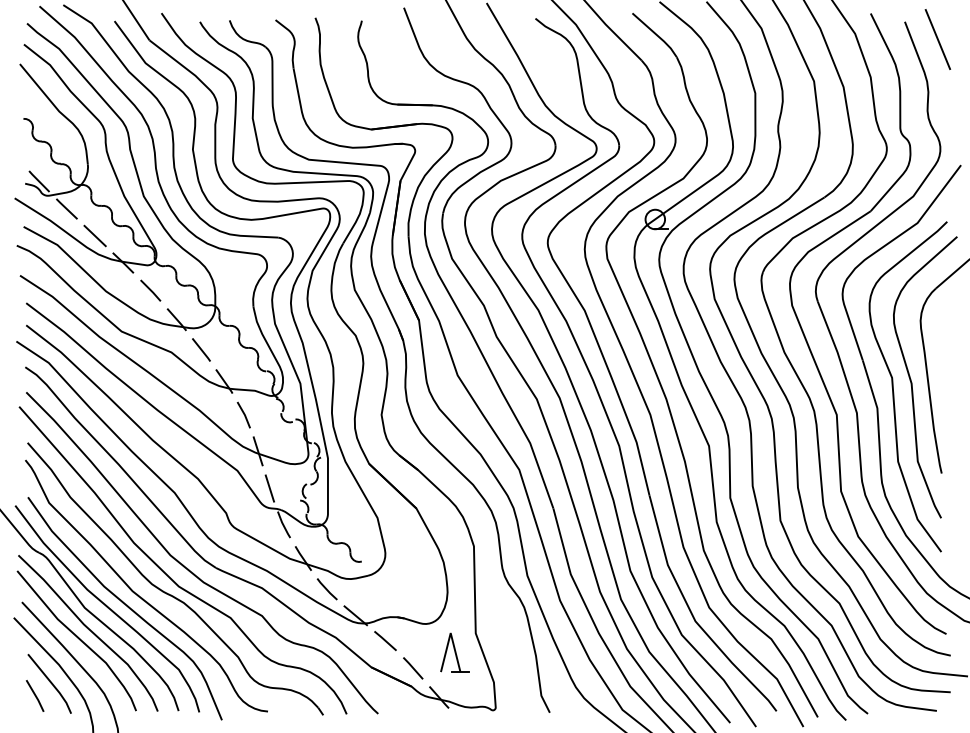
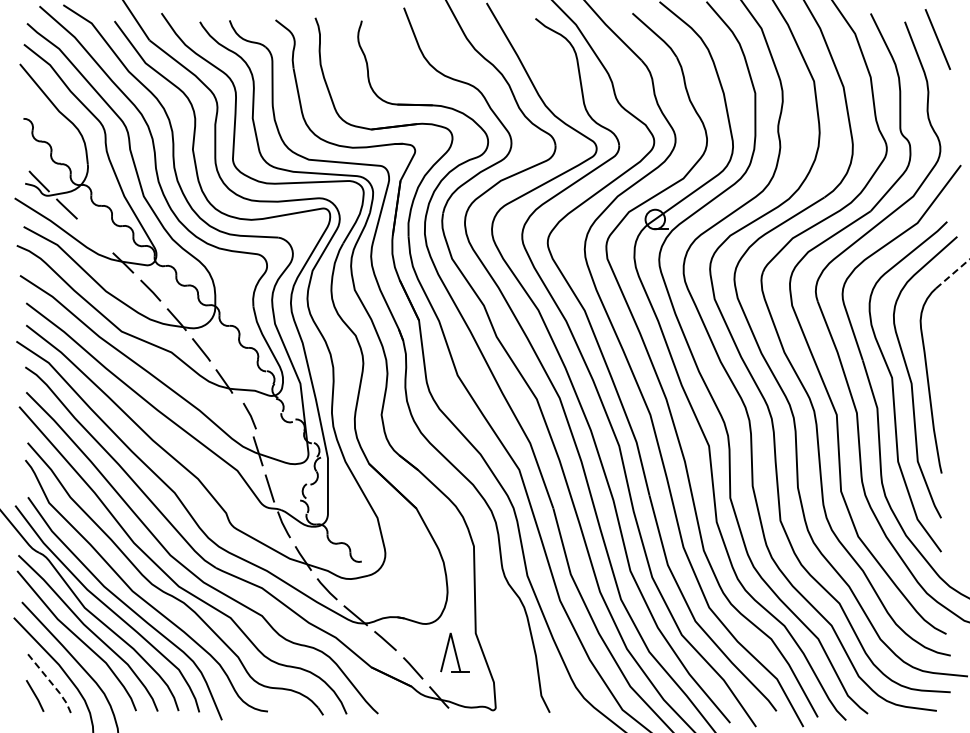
line at (94, 235): present -> none
line at (953, 273): solid -> dashed
line at (243, 414) position: (243, 414) -> (249, 415)
line at (52, 683): solid -> dashed
